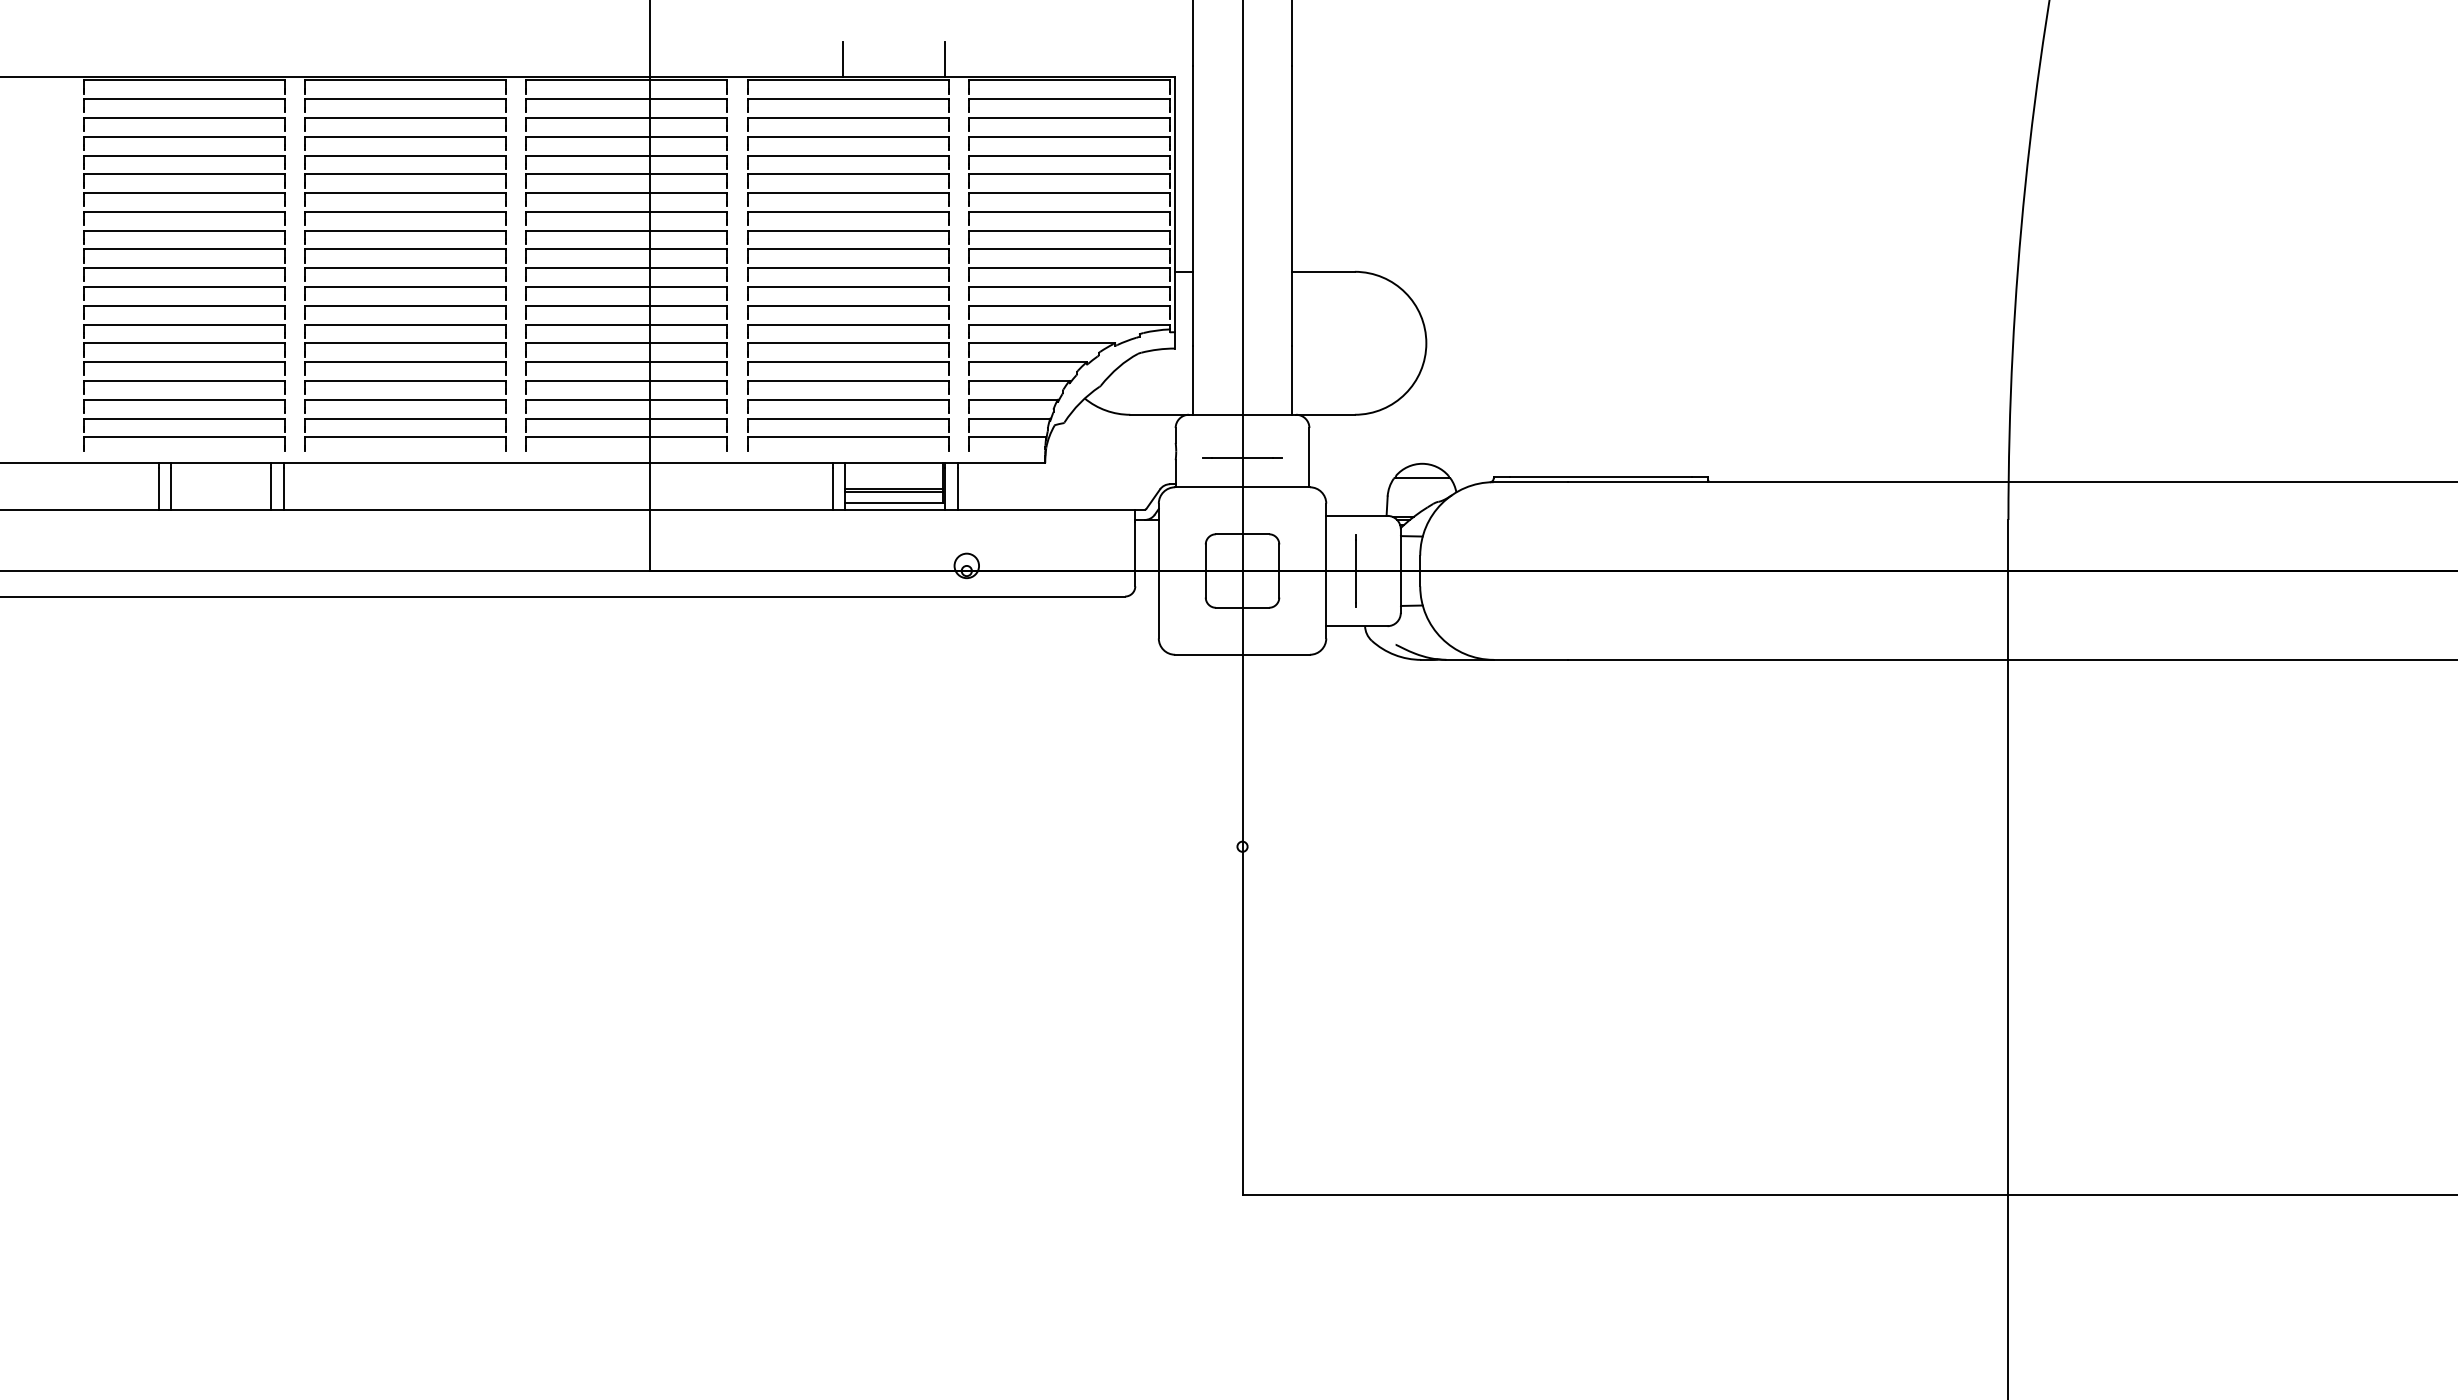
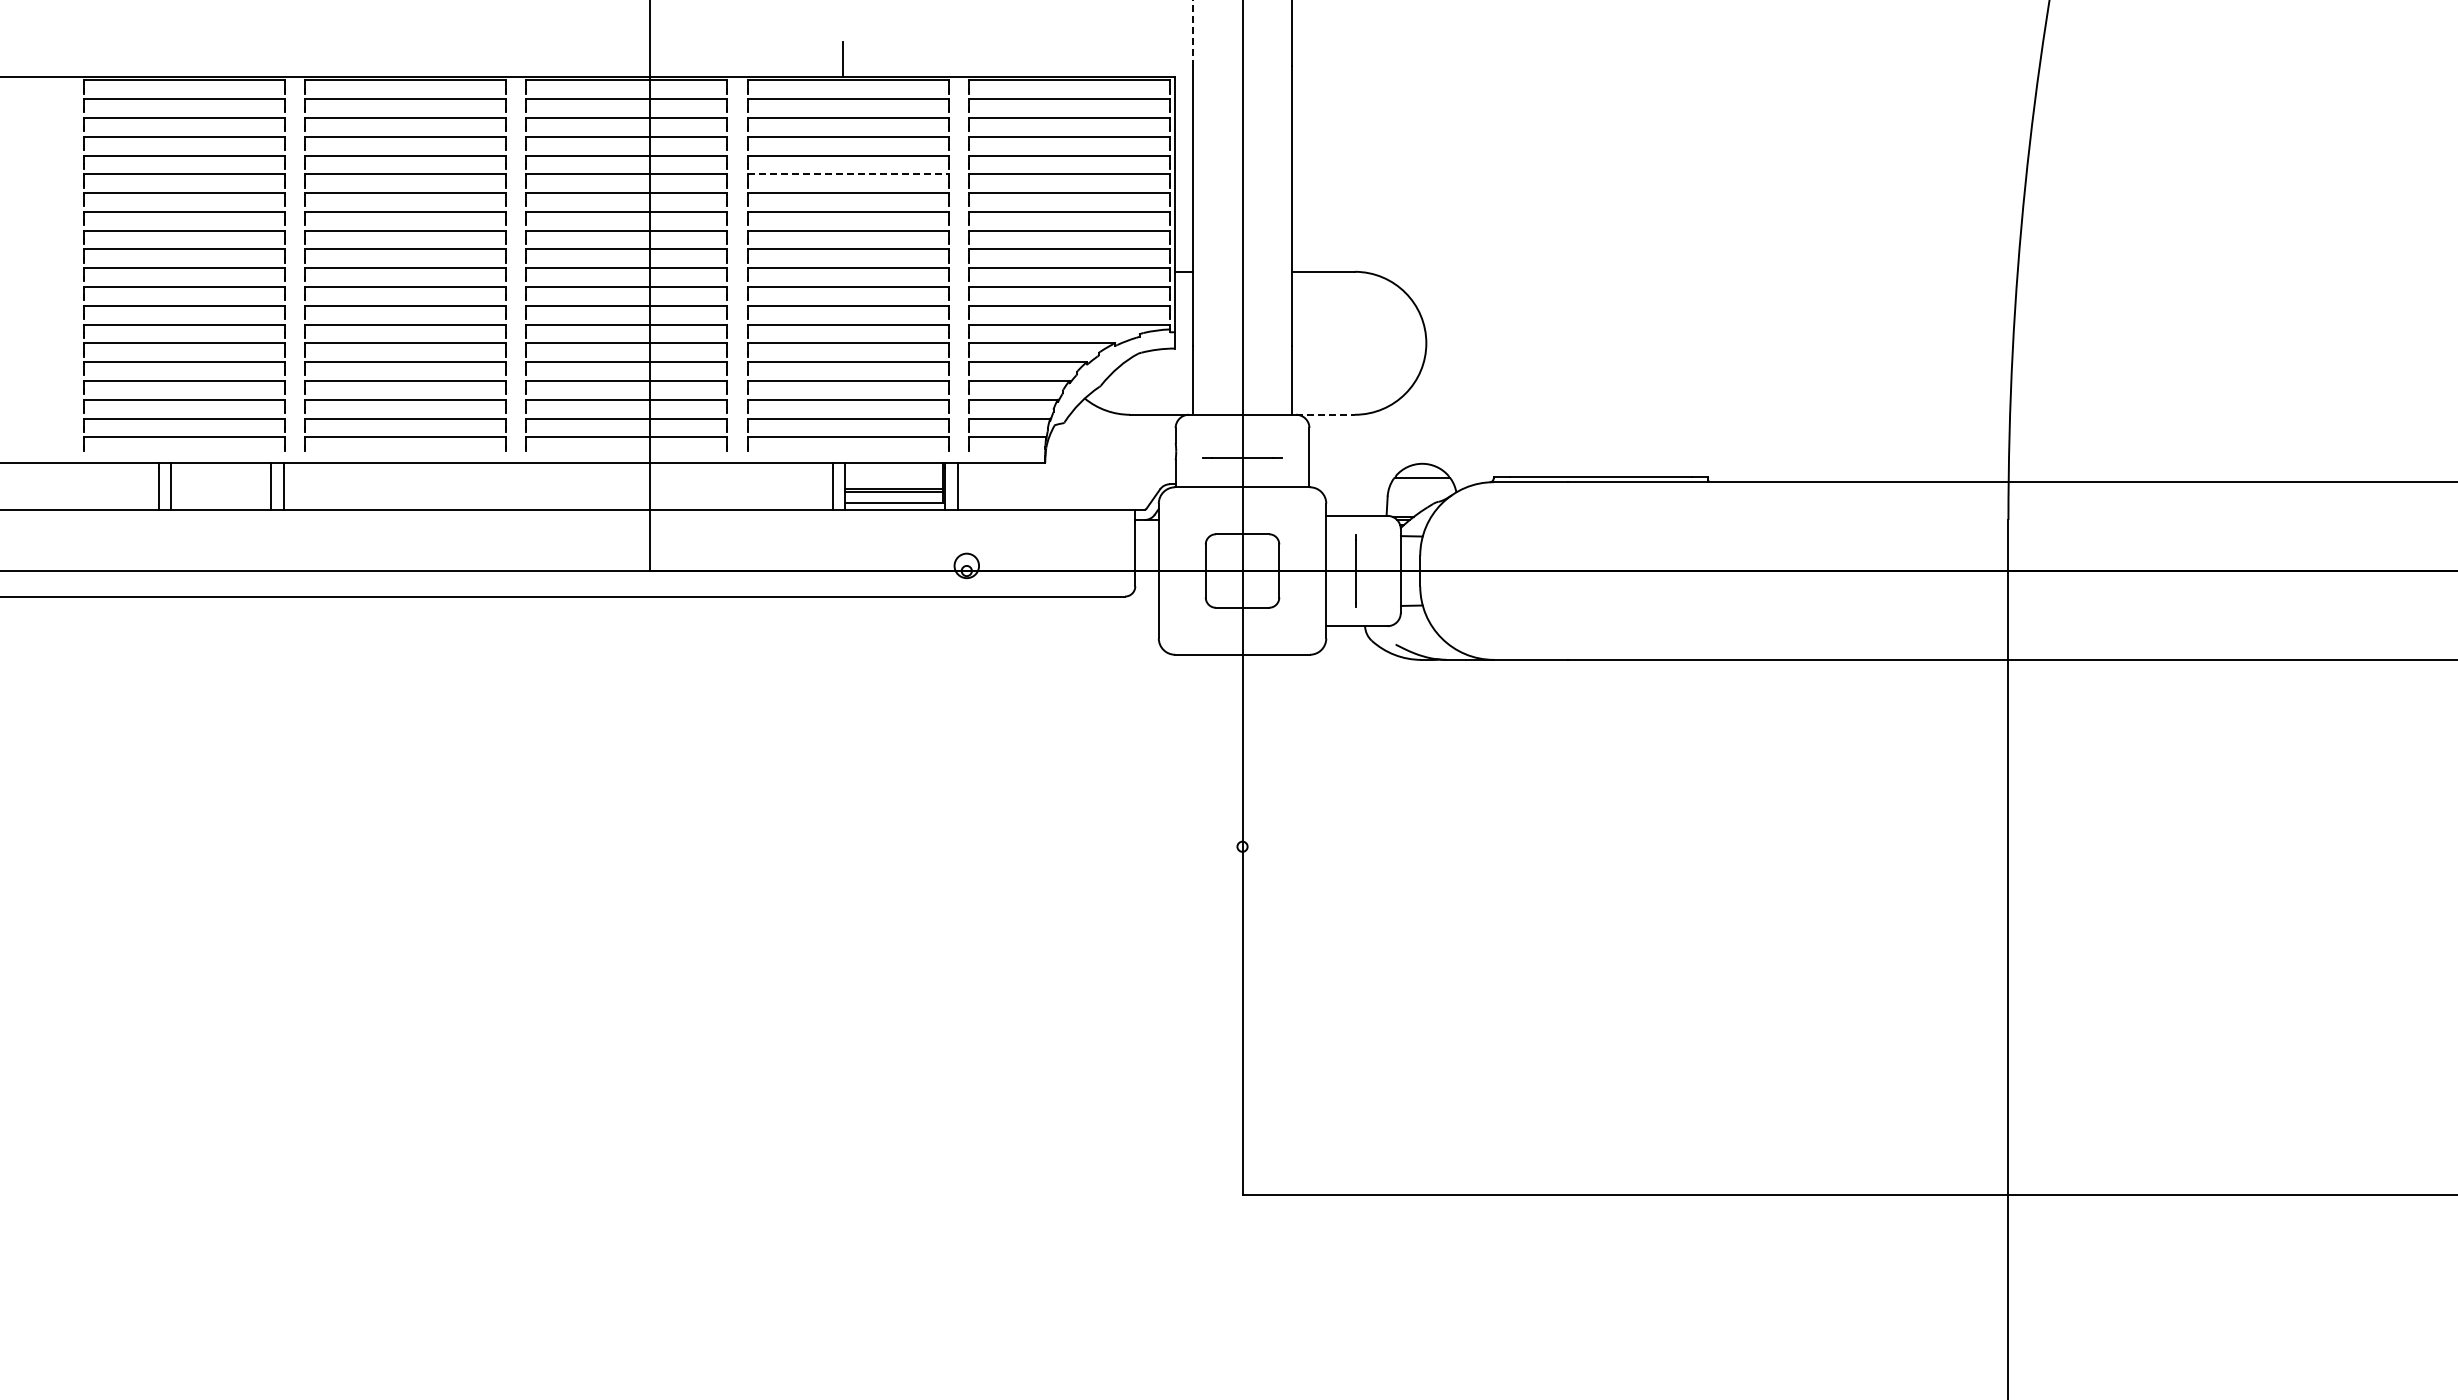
line at (1193, 33): solid -> dashed
line at (945, 59): present -> none
line at (848, 174): solid -> dashed
line at (1326, 414): solid -> dashed
